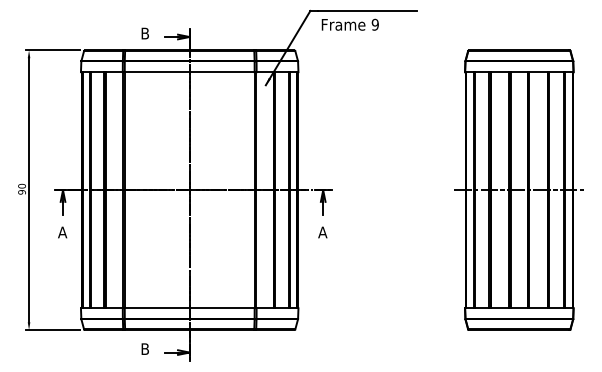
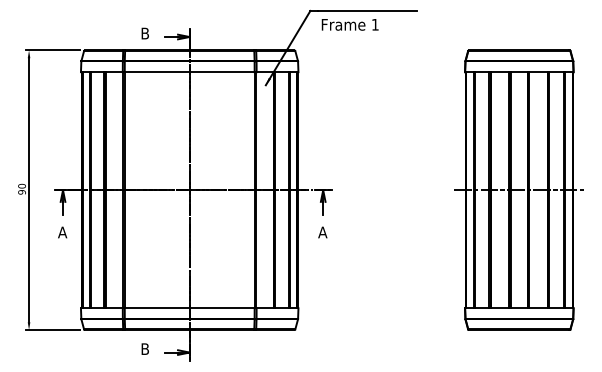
text at (374, 24): 9 -> 1
